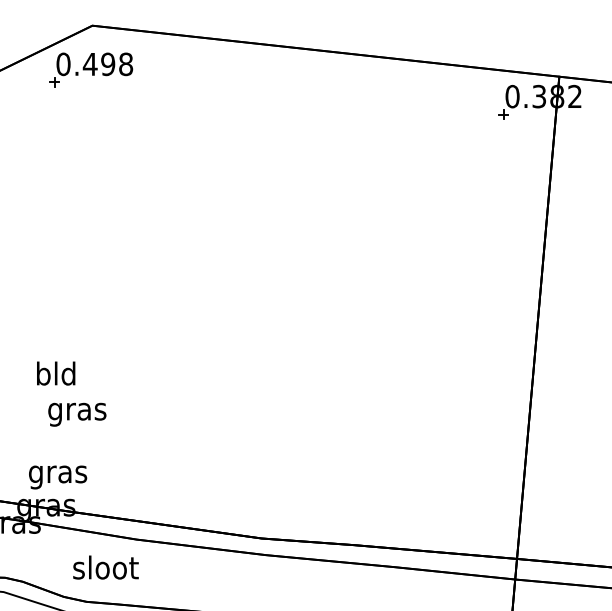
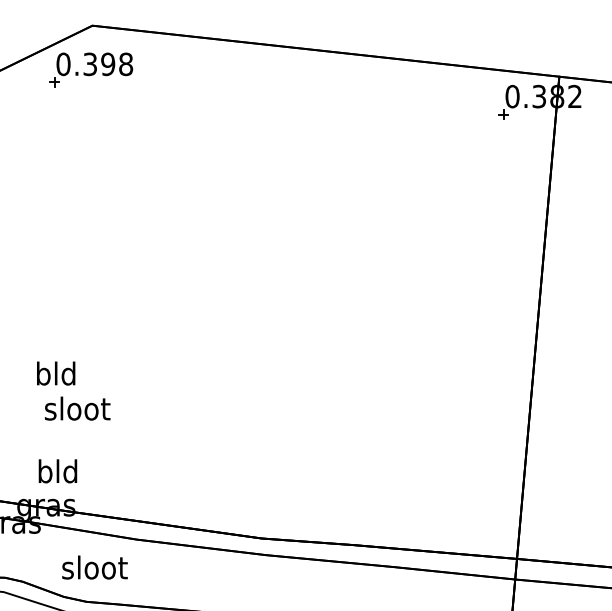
text at (89, 64): 0.498 -> 0.398
text at (77, 411): gras -> sloot
text at (58, 474): gras -> bld
text at (105, 567) position: (105, 567) -> (94, 567)
